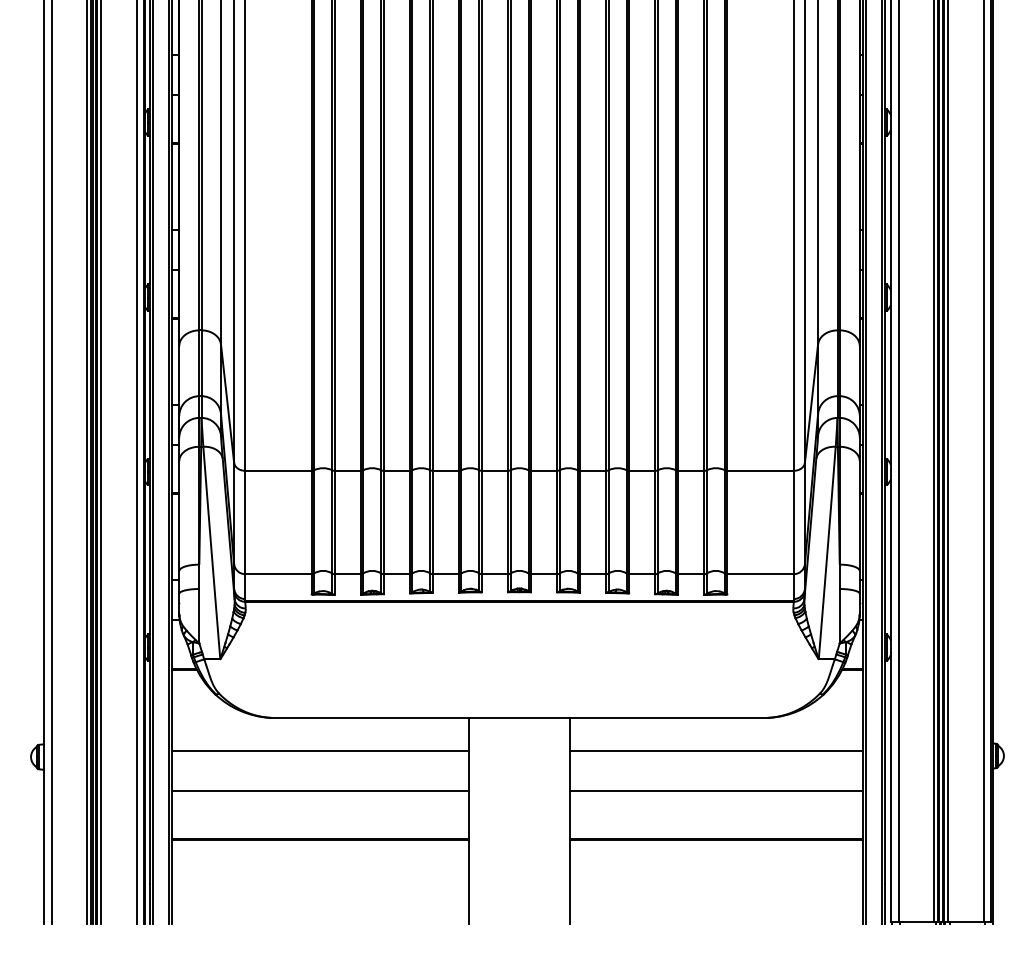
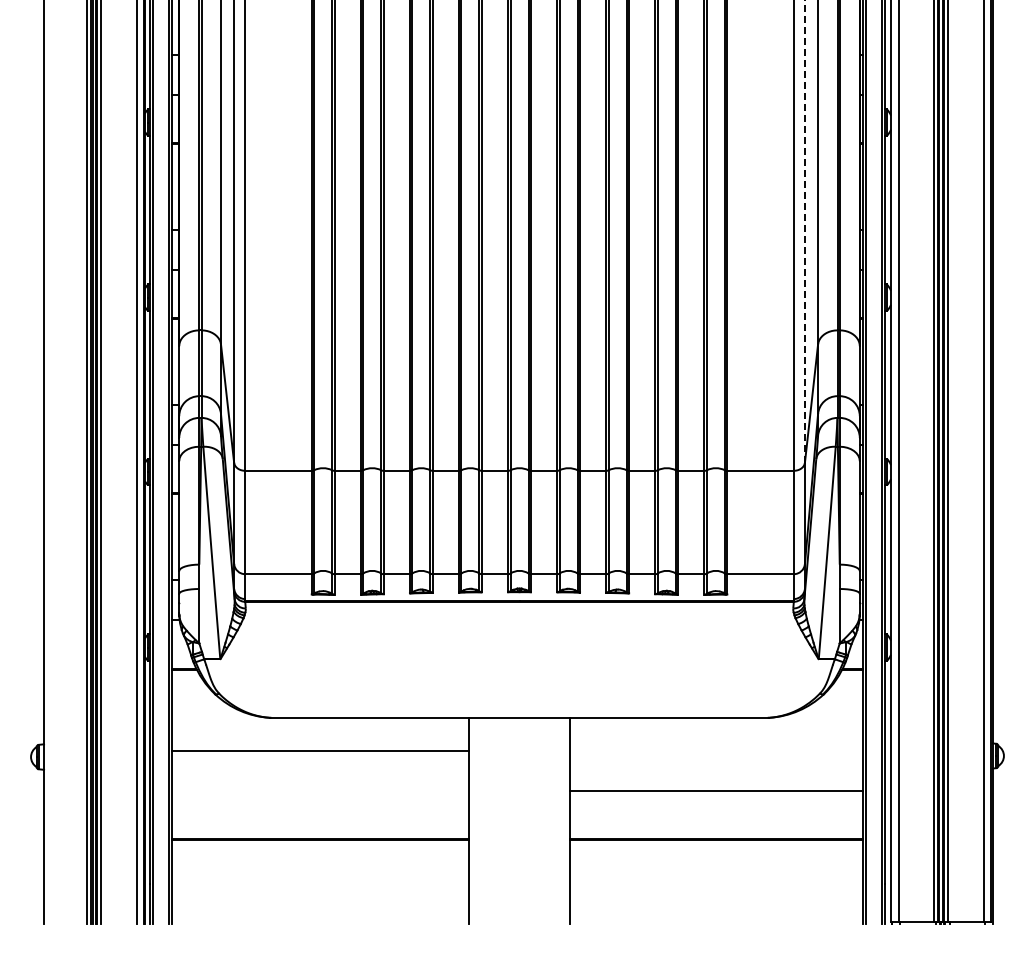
line at (804, 230): solid -> dashed
line at (51, 463): present -> none
line at (716, 750): present -> none
line at (320, 790): present -> none
